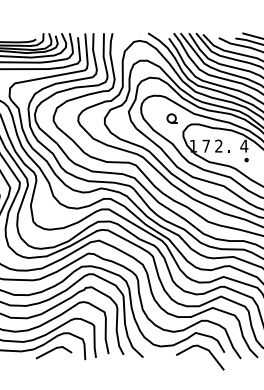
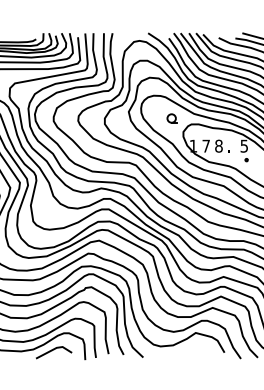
text at (218, 145): 2 -> 8
text at (244, 145): 4 -> 5
line at (203, 349): present -> none
